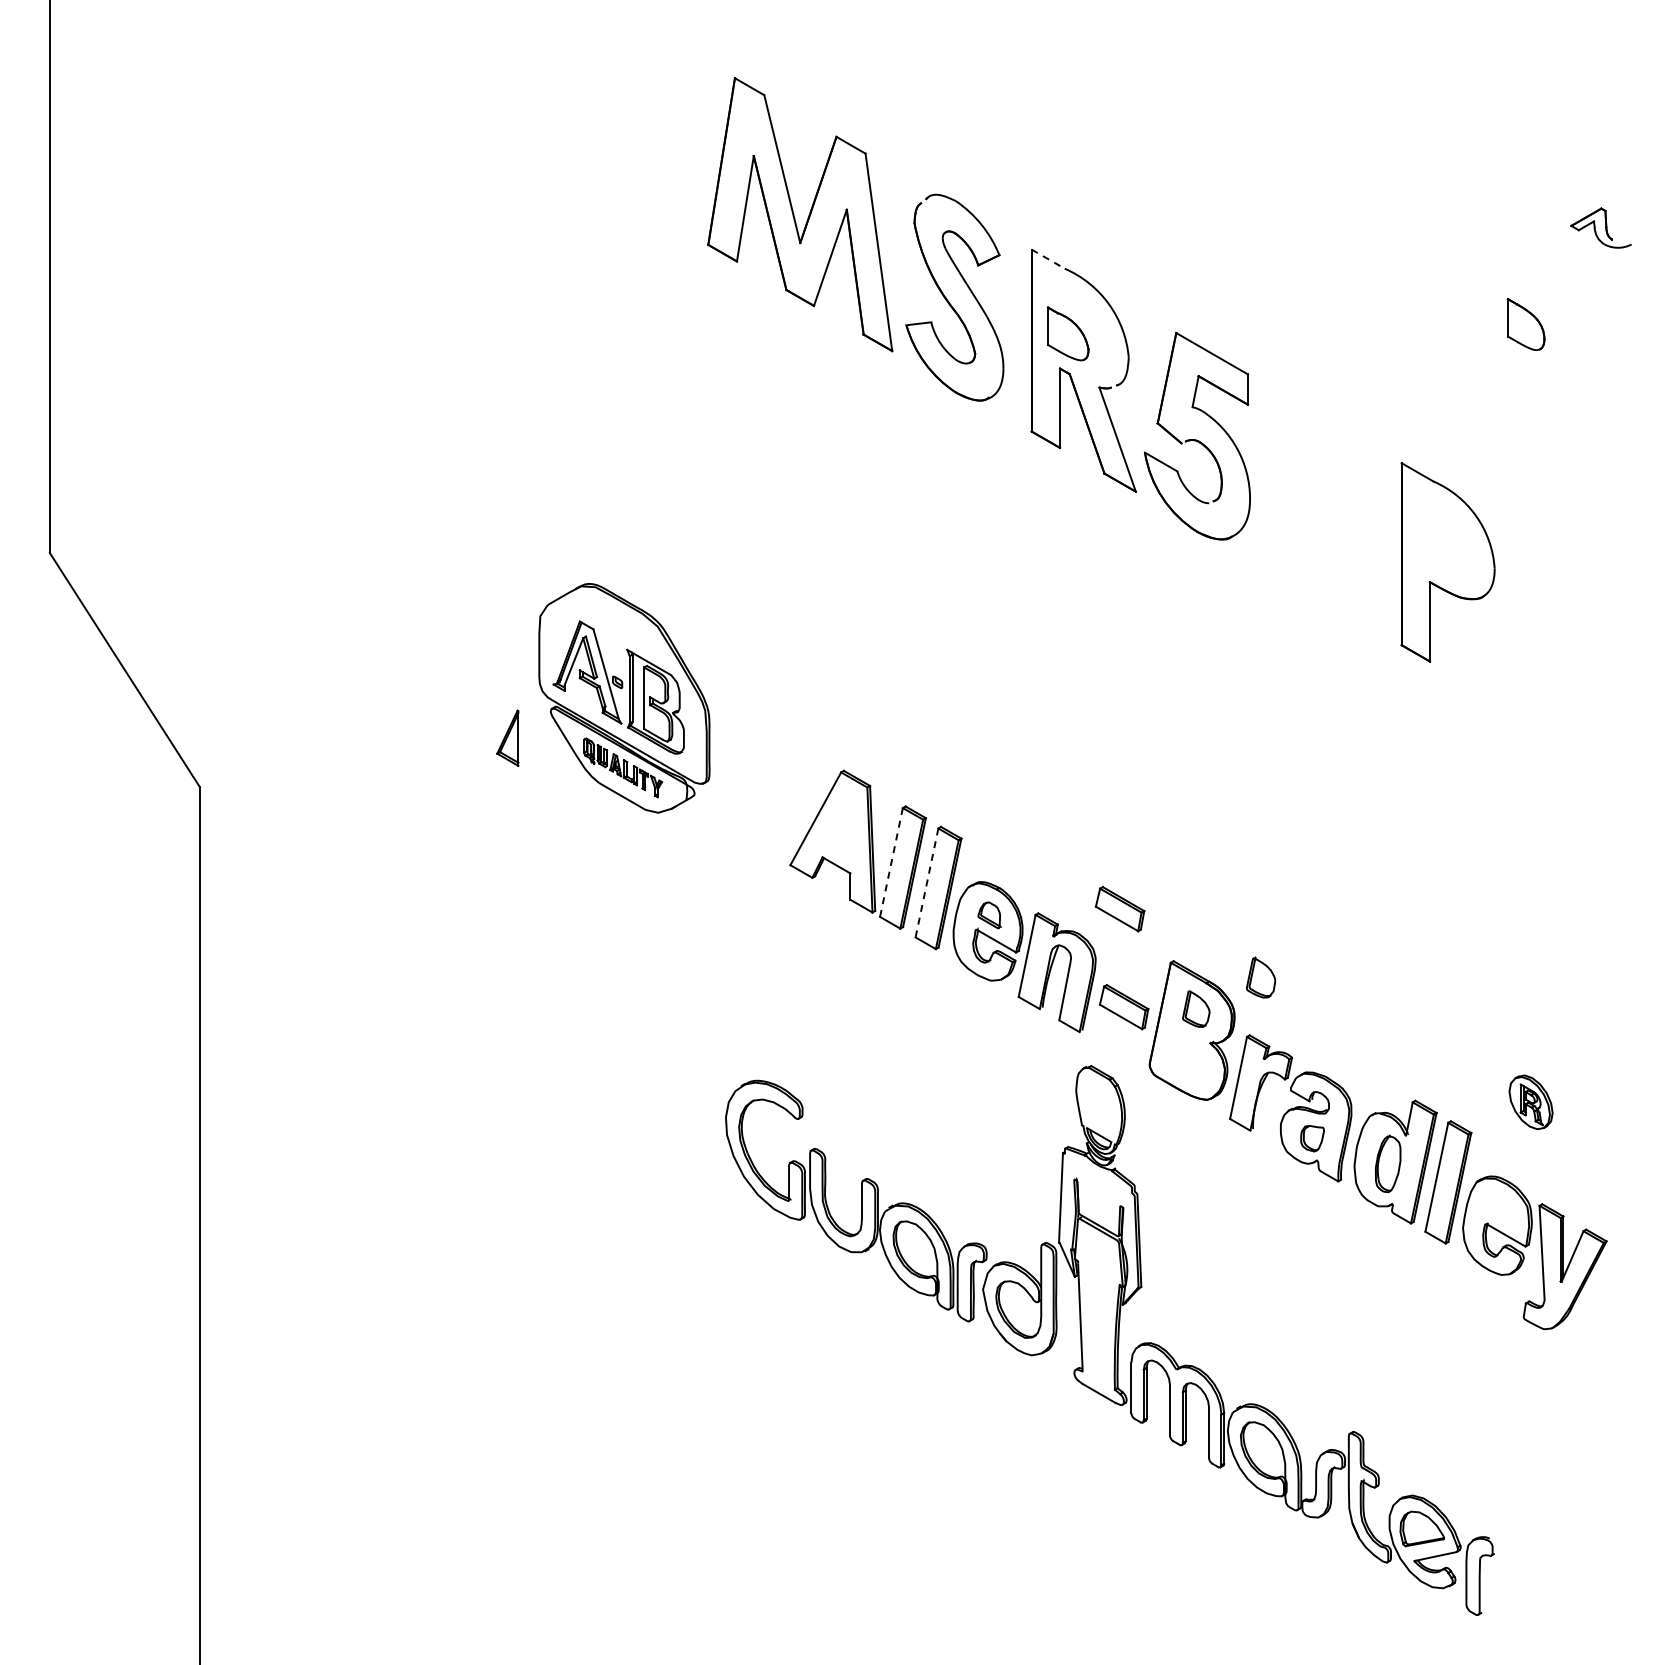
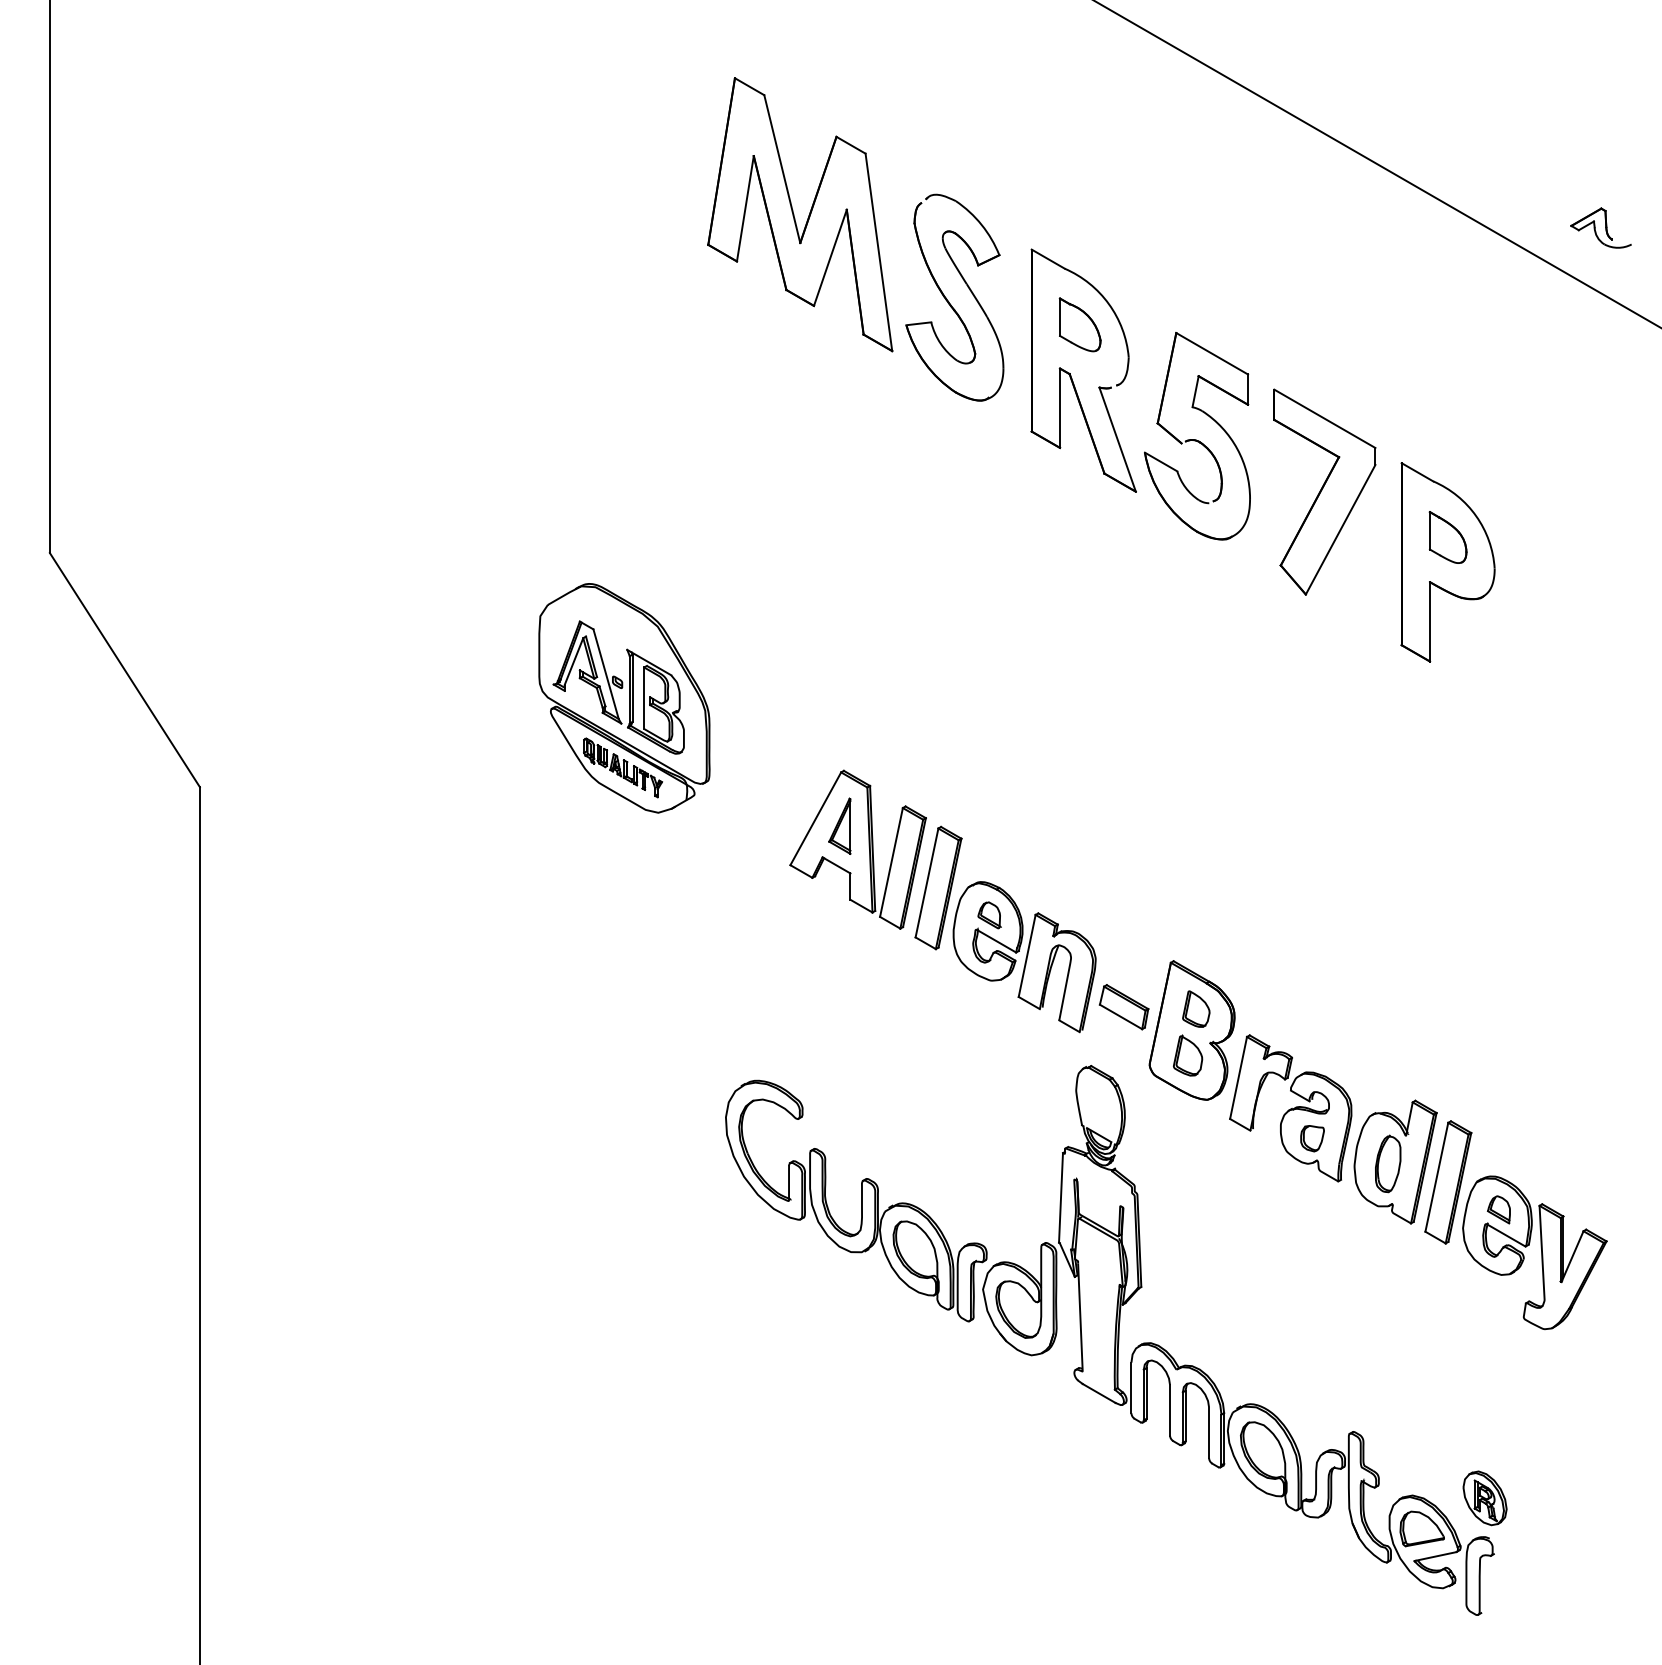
line at (1377, 164): none -> present
line at (1048, 259): dashed -> solid
part at (1525, 324) position: (1525, 324) -> (1447, 537)
part at (1067, 333) position: (1067, 333) -> (1079, 324)
part at (1324, 491): none -> present
part at (507, 737) position: (507, 737) -> (839, 825)
line at (891, 862): dashed -> solid
line at (927, 882): dashed -> solid
part at (1119, 909): present -> none
part at (1261, 977) position: (1261, 977) -> (1188, 1055)
part at (1530, 1102) position: (1530, 1102) -> (1484, 1498)
part at (1498, 1209): none -> present
